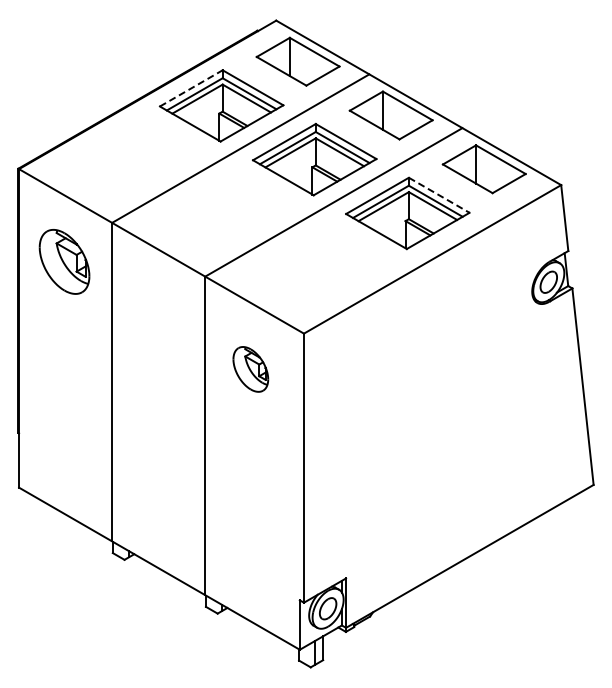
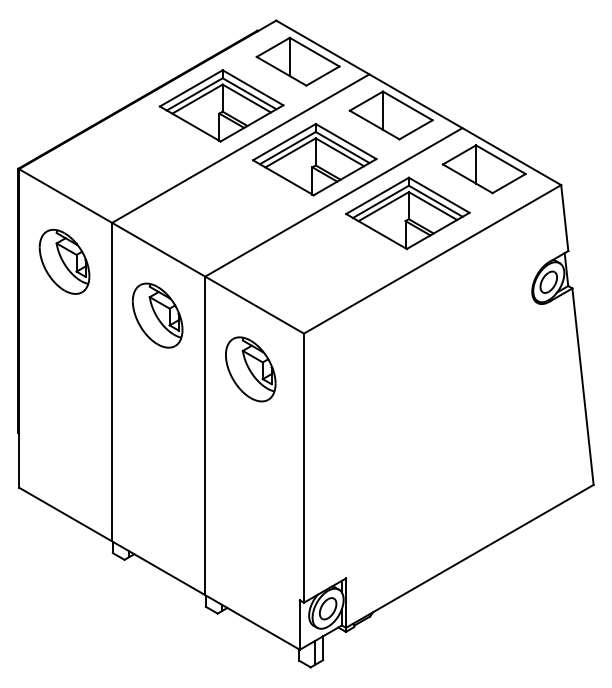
line at (191, 88): dashed -> solid
line at (439, 195): dashed -> solid
part at (157, 315): none -> present
part at (250, 369) size: 38x47 px -> 52x67 px
